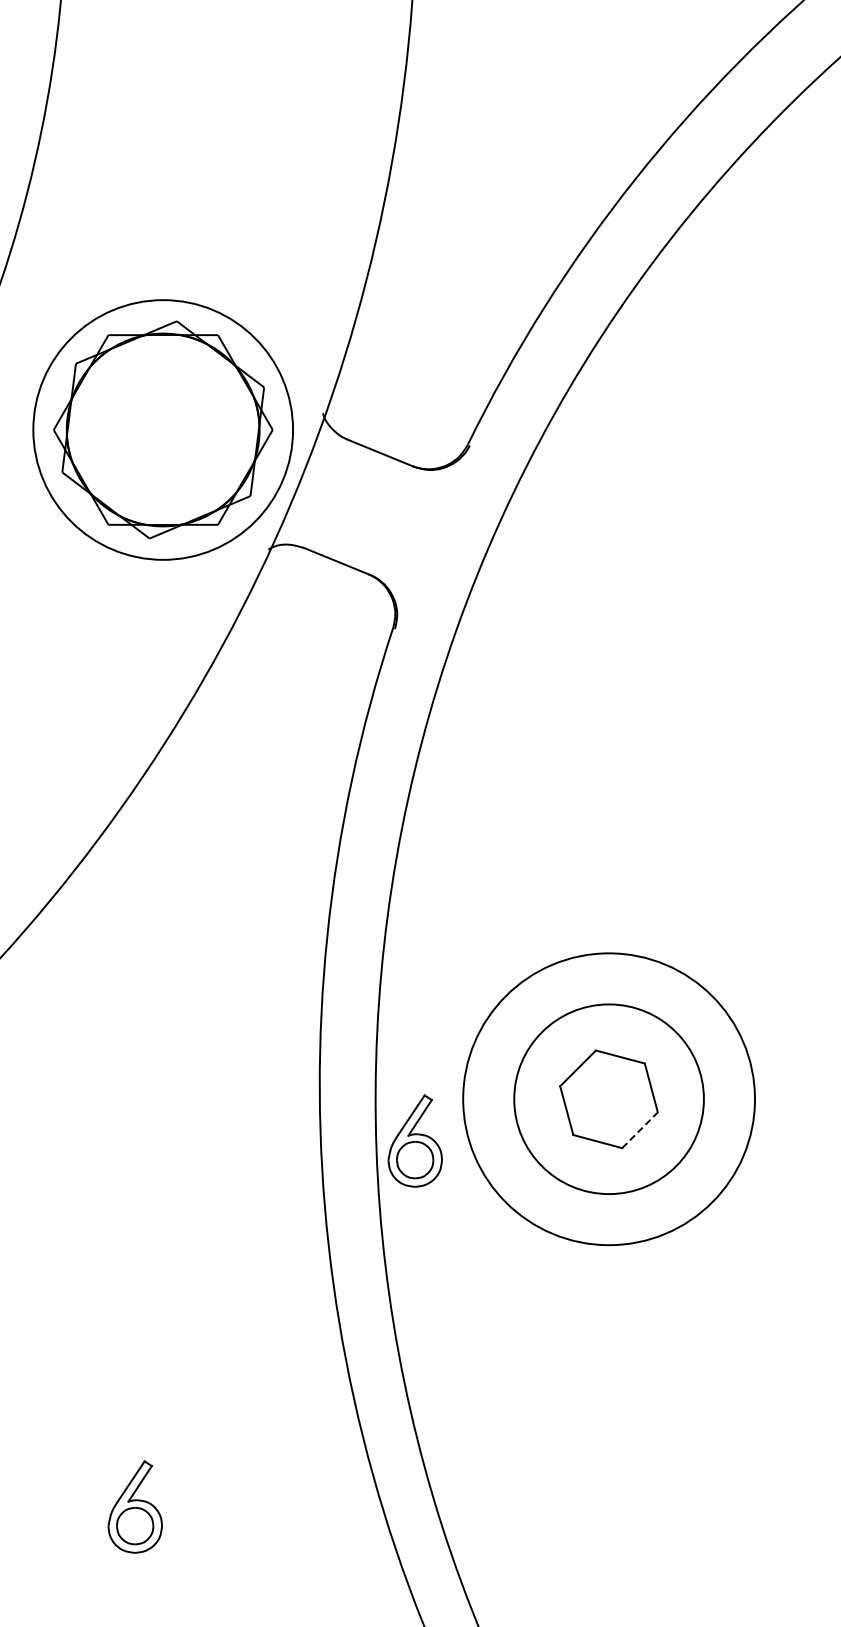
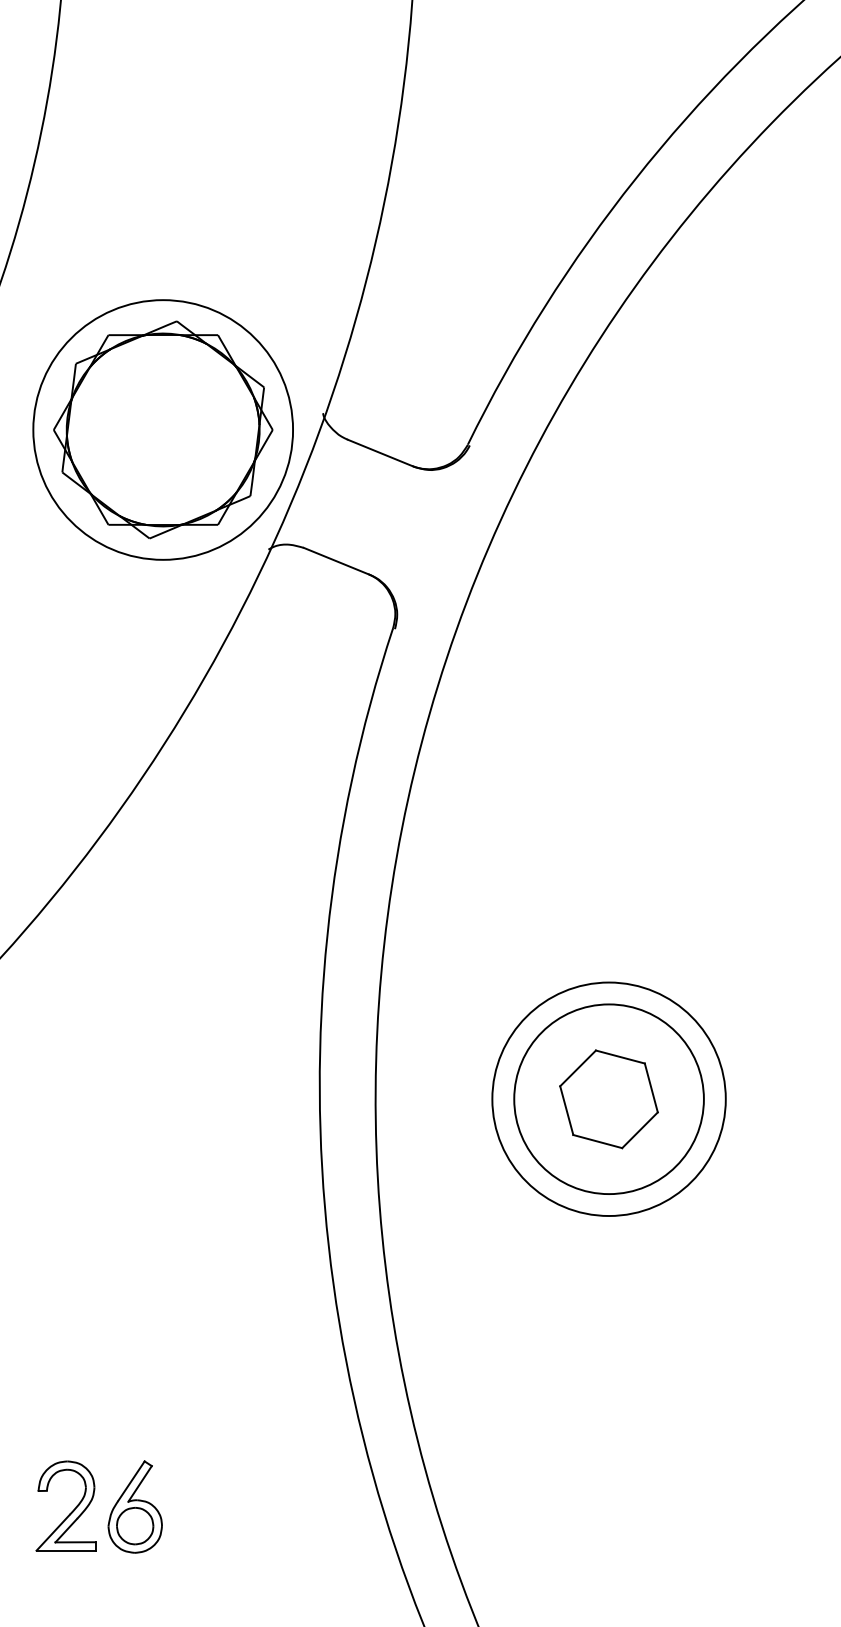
circle at (608, 1099) diameter: 292 px -> 233 px
line at (640, 1129): dashed -> solid
part at (414, 1140): present -> none
part at (71, 1511): none -> present
